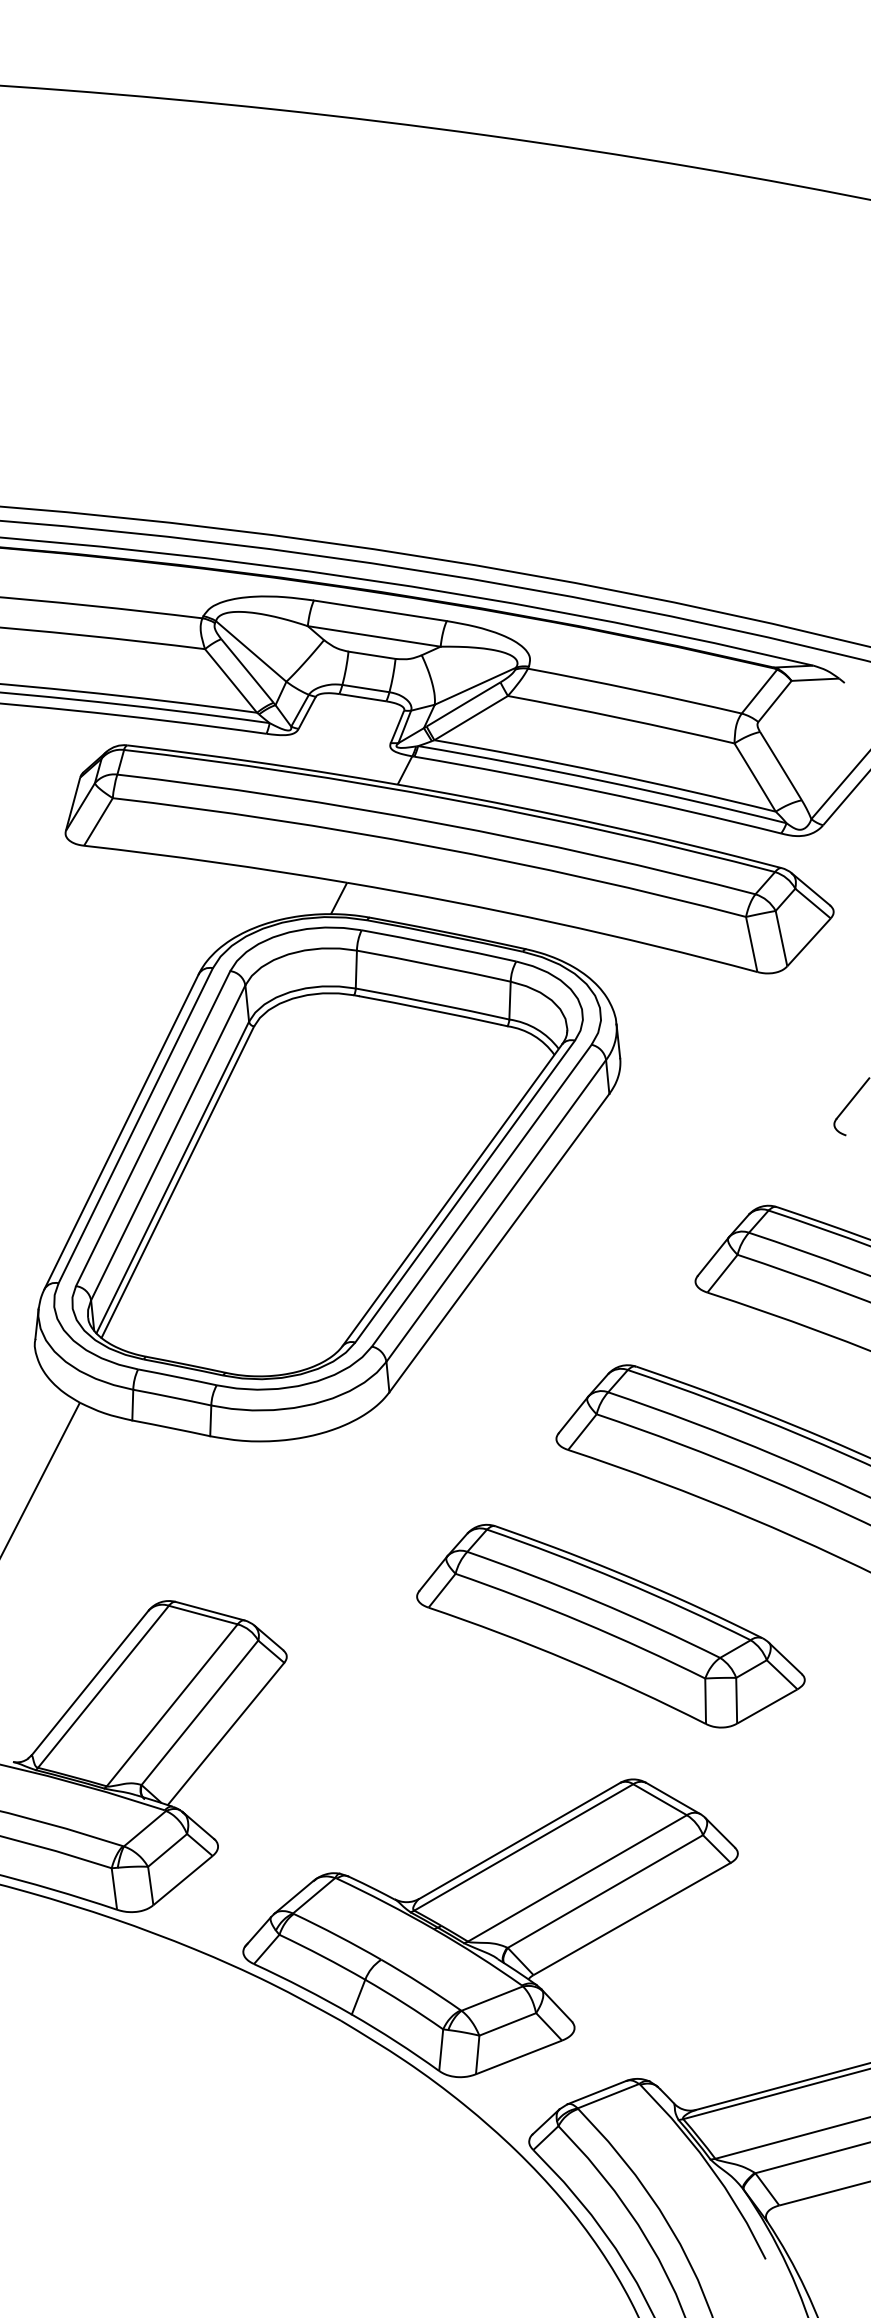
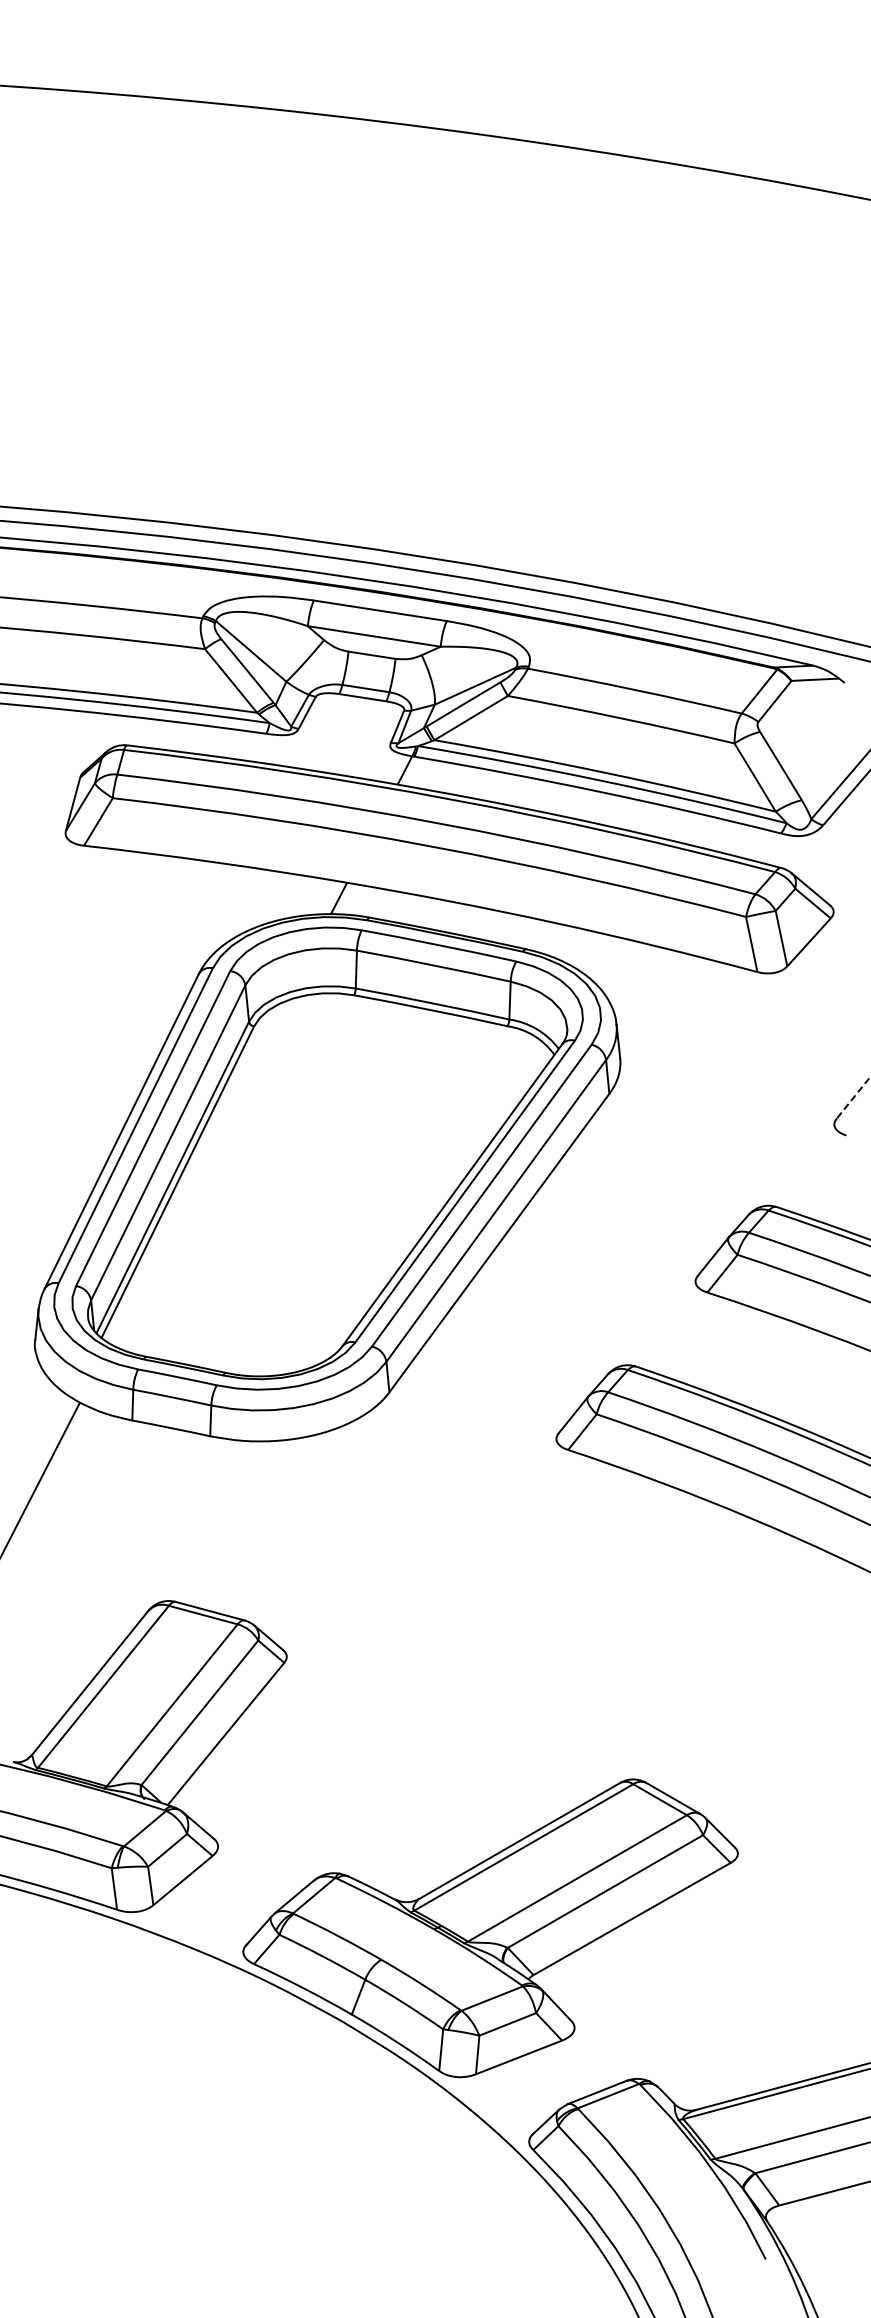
line at (852, 1098): solid -> dashed
part at (610, 1625): present -> none
